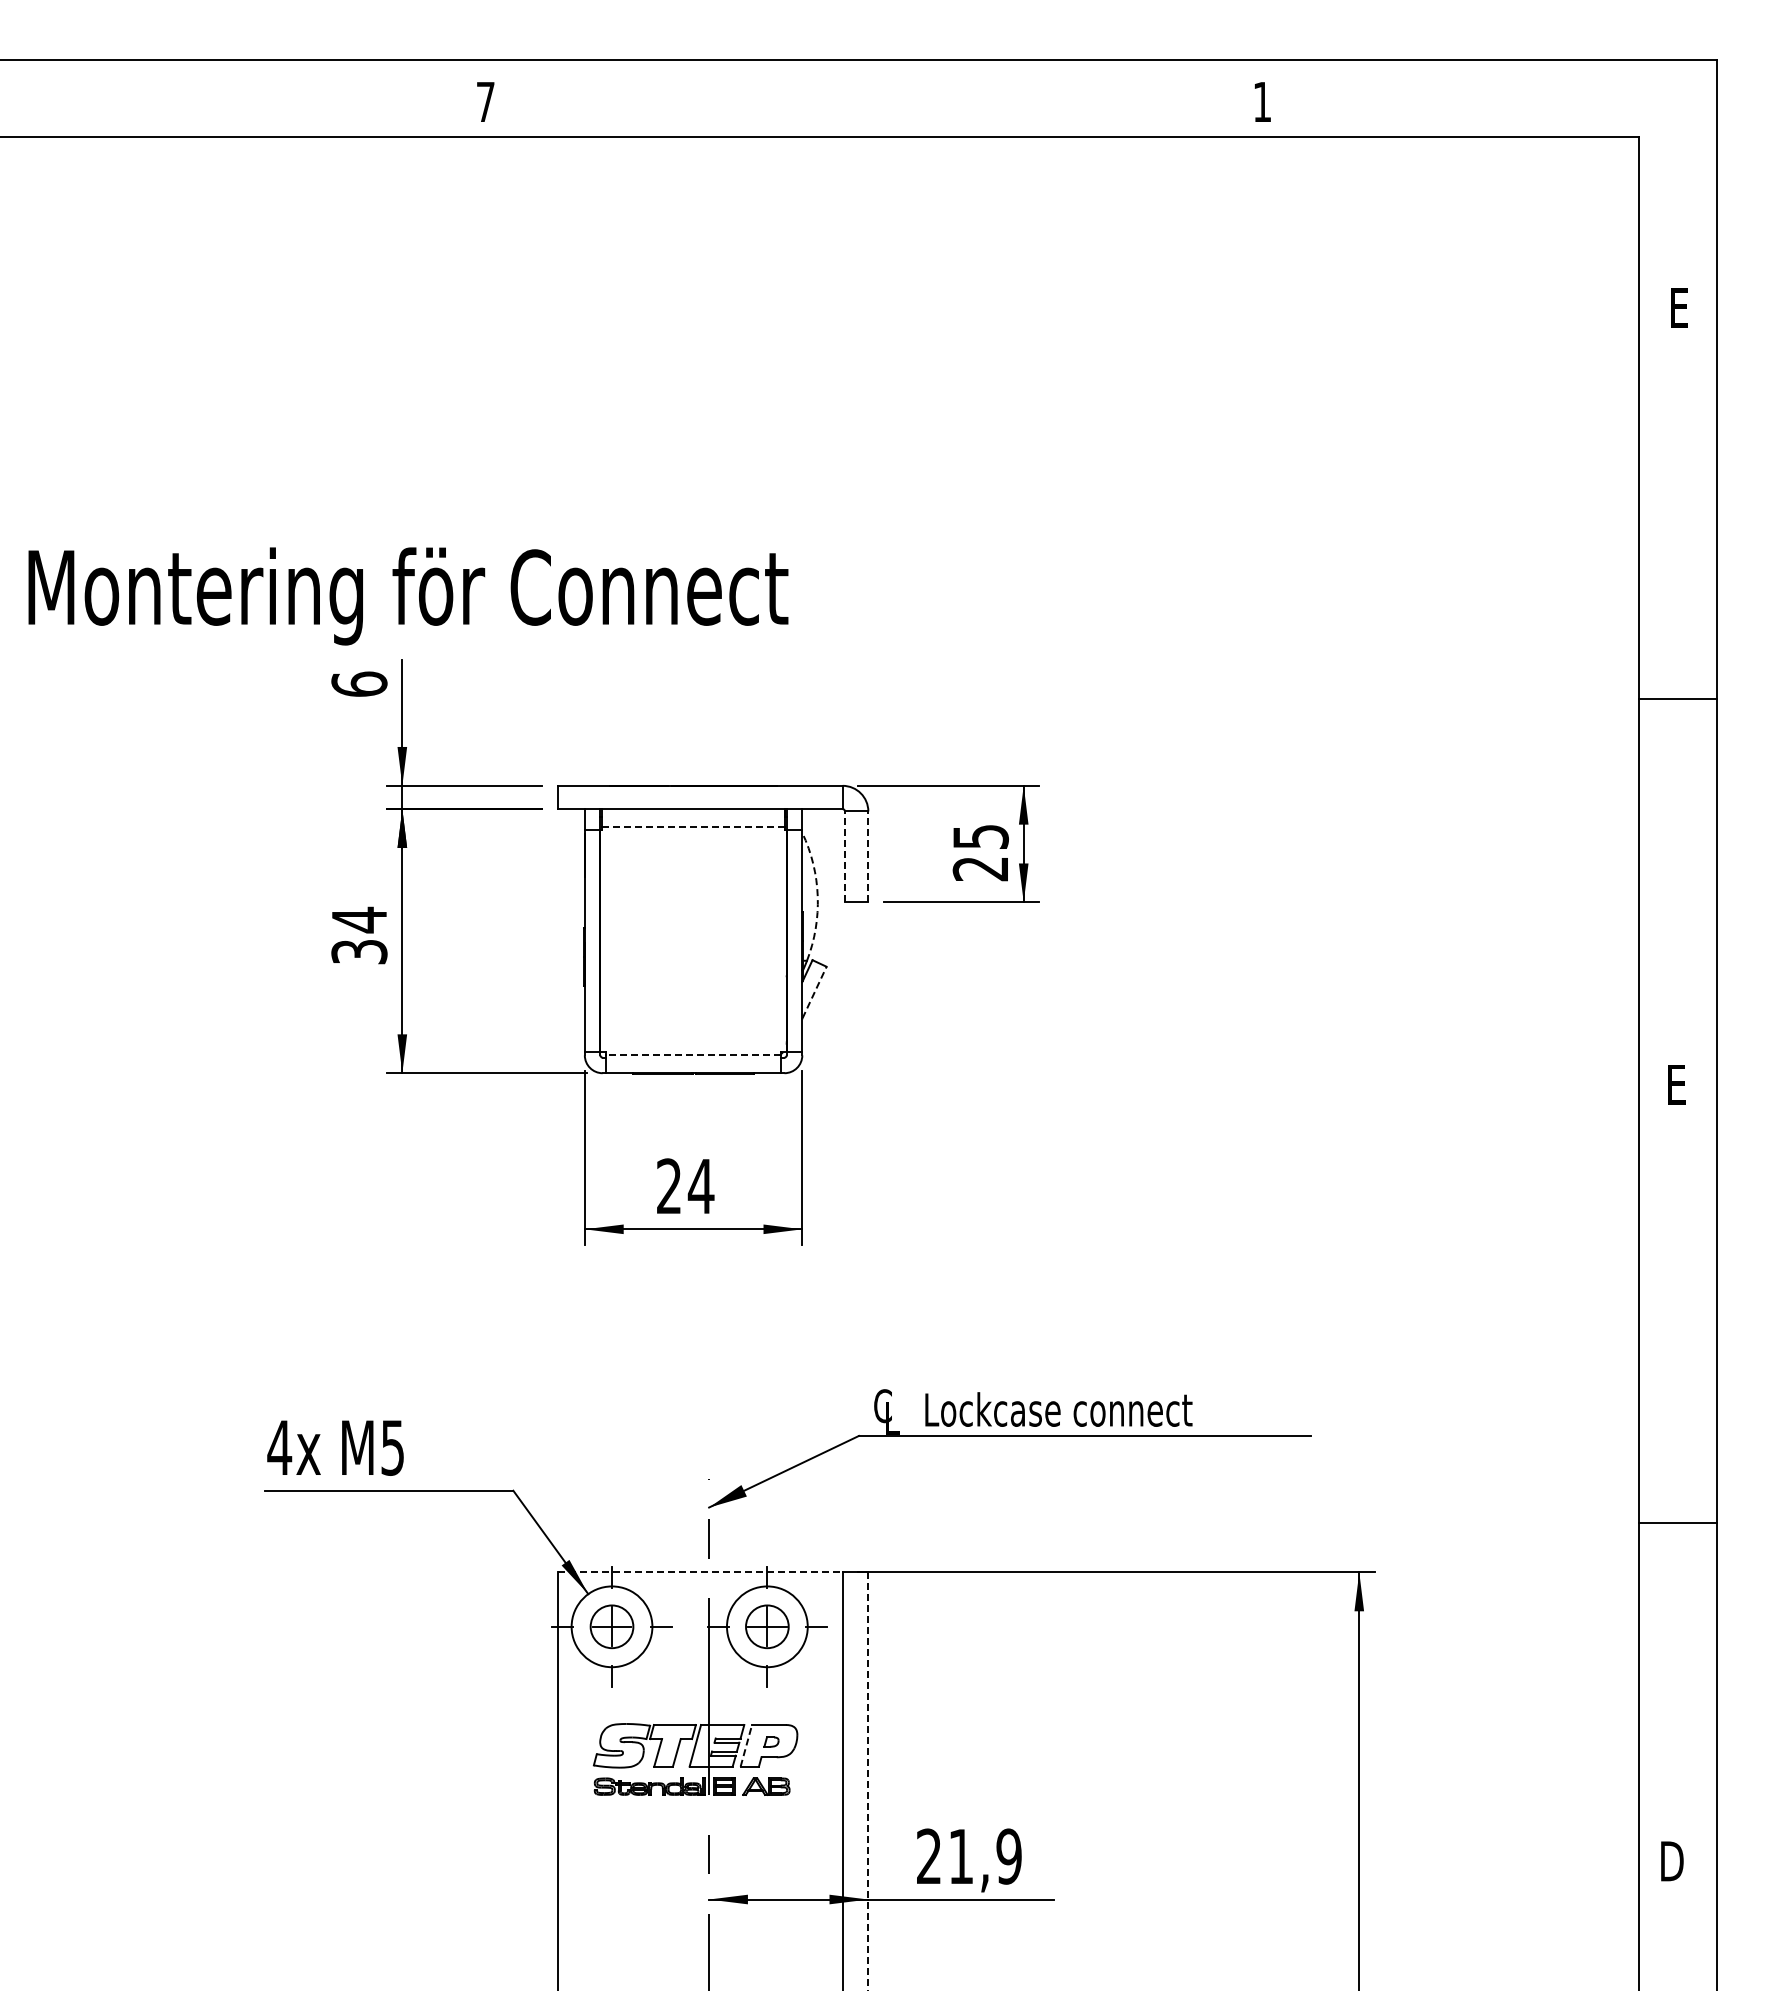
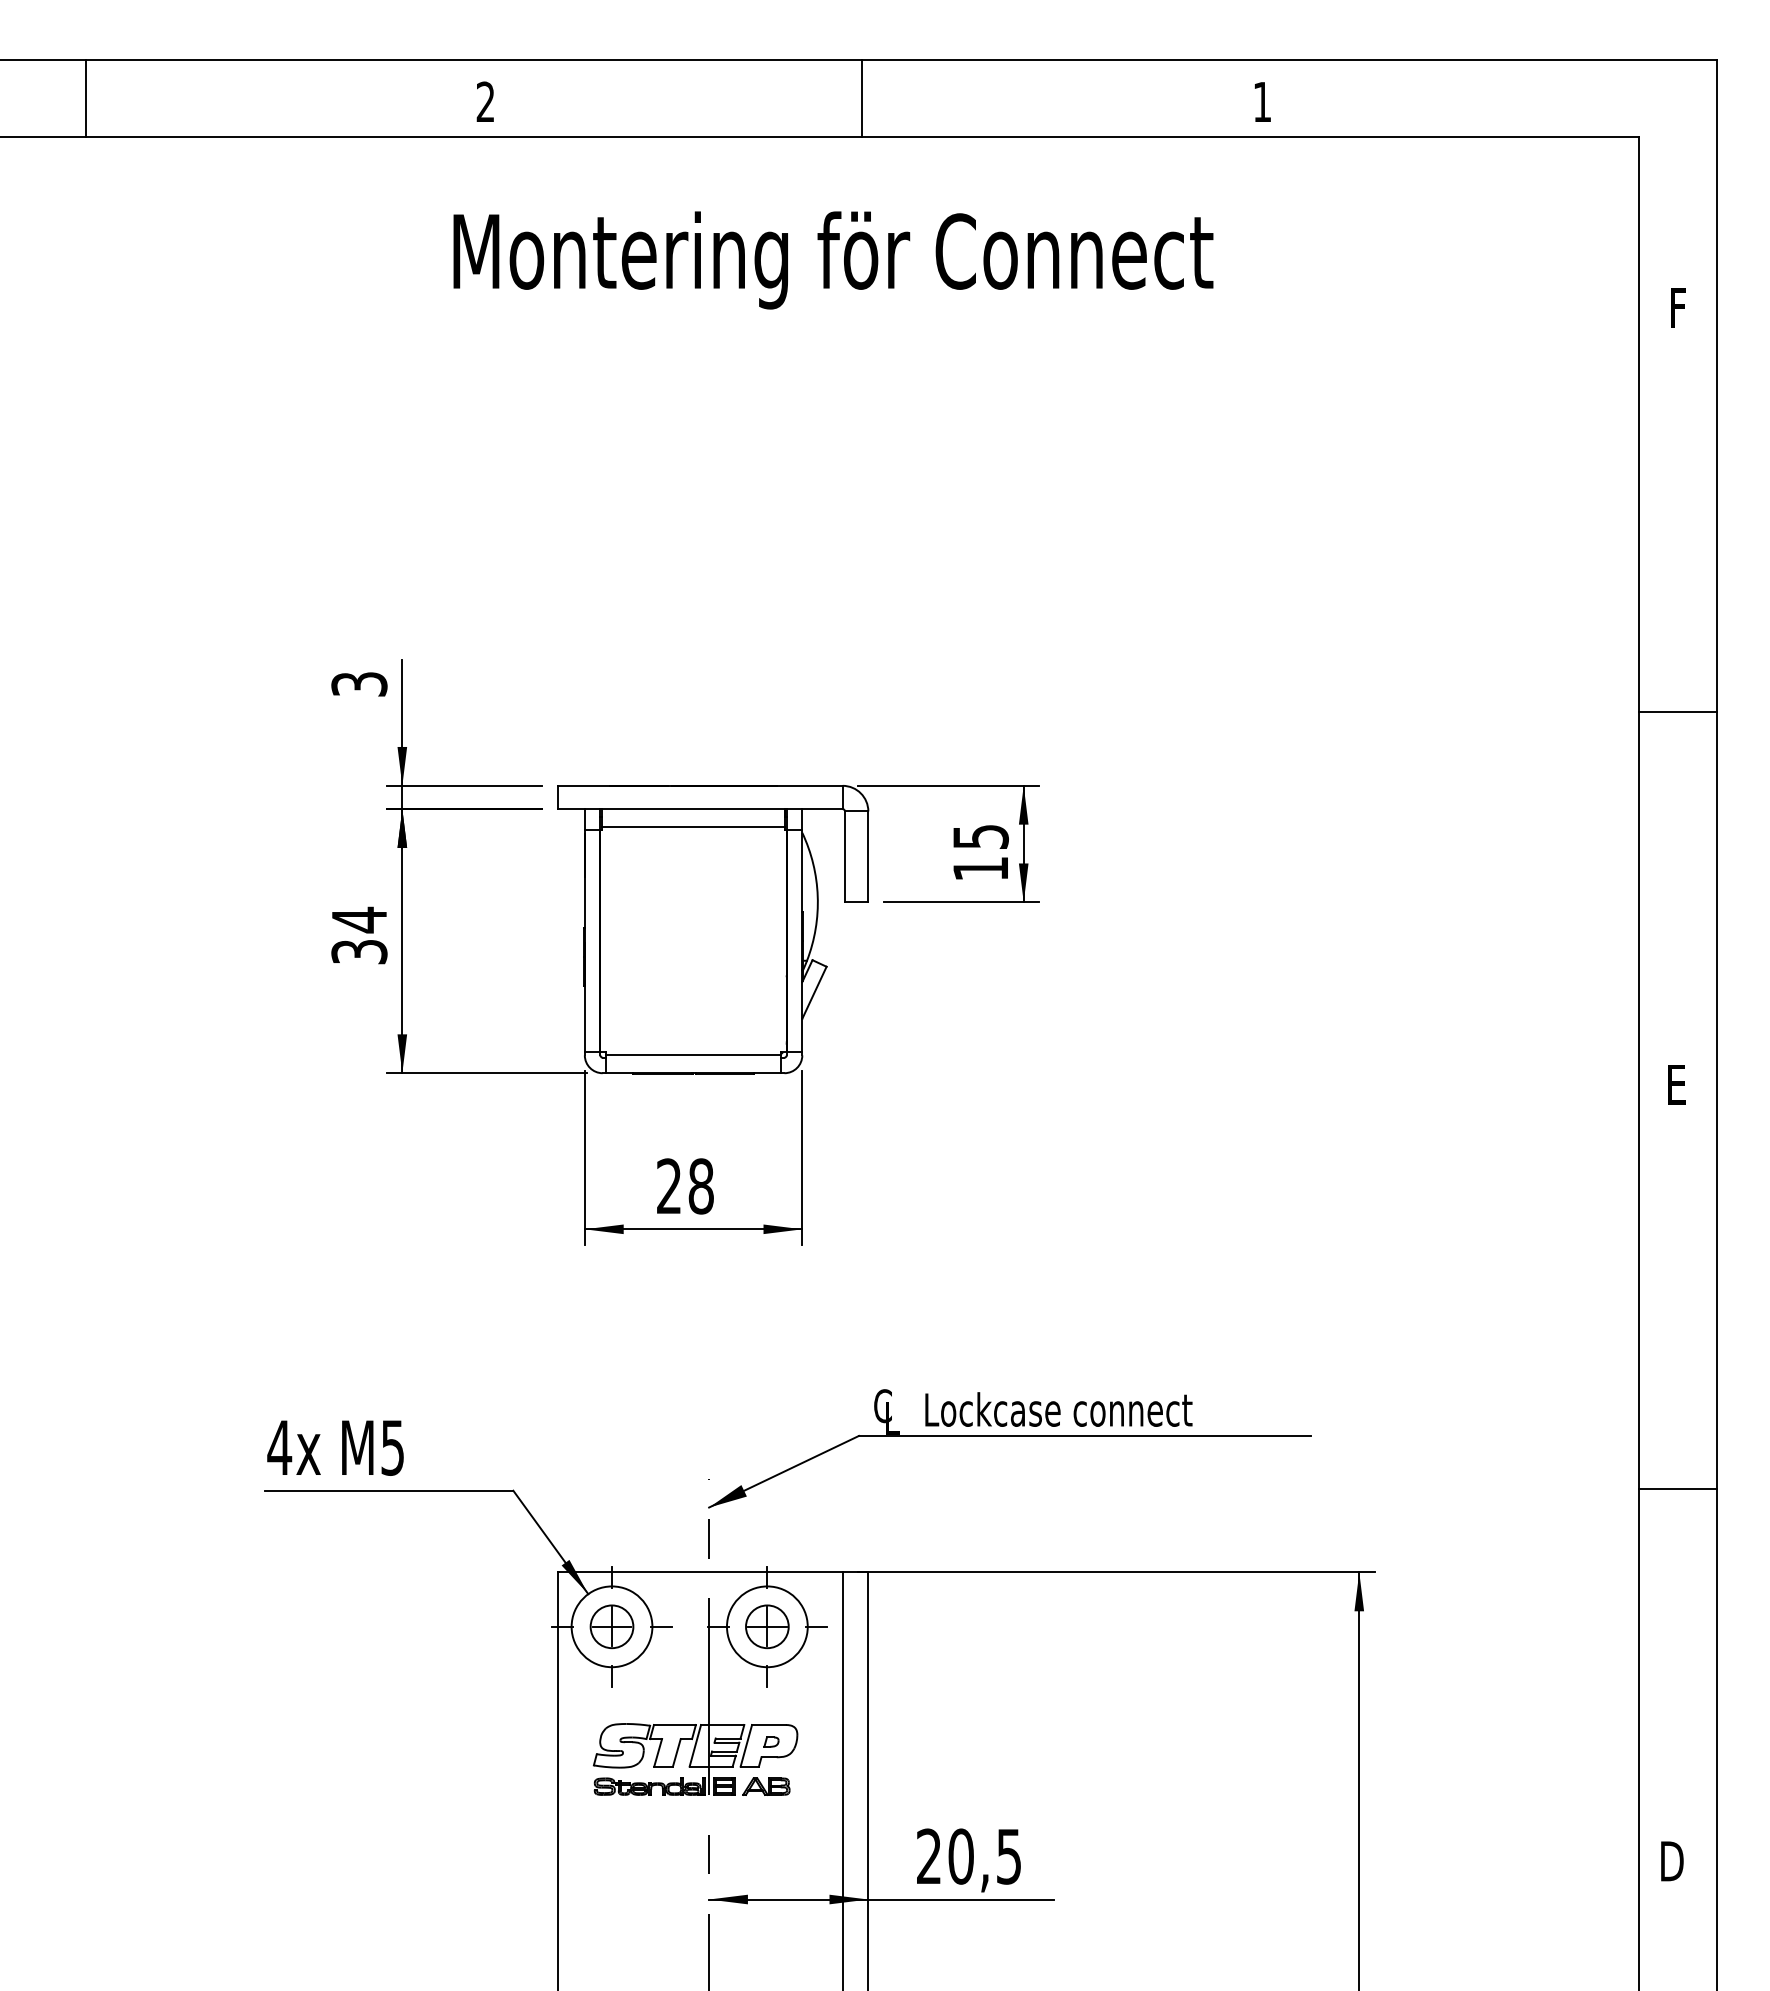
line at (85, 98): none -> present
line at (862, 98): none -> present
text at (485, 101): 7 -> 2
text at (1681, 307): E -> F
text at (408, 596) position: (408, 596) -> (833, 260)
text at (359, 683): 6 -> 3
line at (1677, 699) position: (1677, 699) -> (1677, 712)
line at (693, 827): dashed -> solid
line at (845, 856): dashed -> solid
line at (868, 856): dashed -> solid
text at (979, 869): 25 -> 15
arc at (817, 896): dashed -> solid
line at (814, 992): dashed -> solid
line at (693, 1055): dashed -> solid
text at (700, 1186): 24 -> 28
line at (1677, 1522) position: (1677, 1522) -> (1677, 1488)
line at (700, 1572): dashed -> solid
line at (746, 1745): dashed -> solid
line at (868, 1781): dashed -> solid
text at (984, 1856): 21,9 -> 20,5
